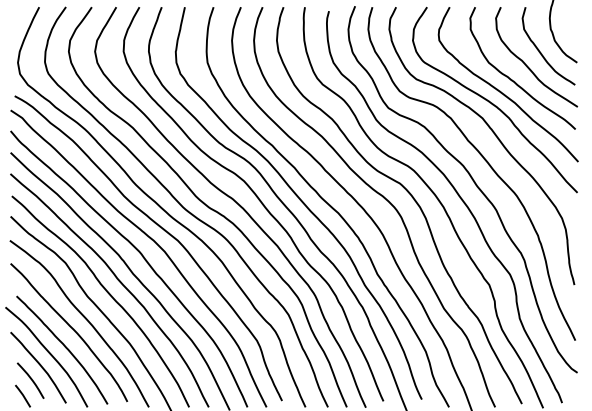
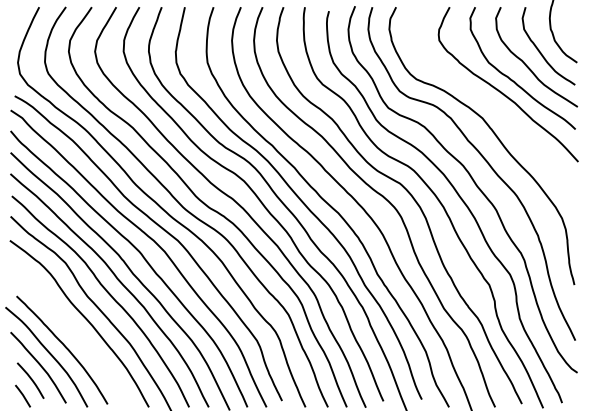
curve at (492, 102): present -> none
curve at (72, 329): present -> none
